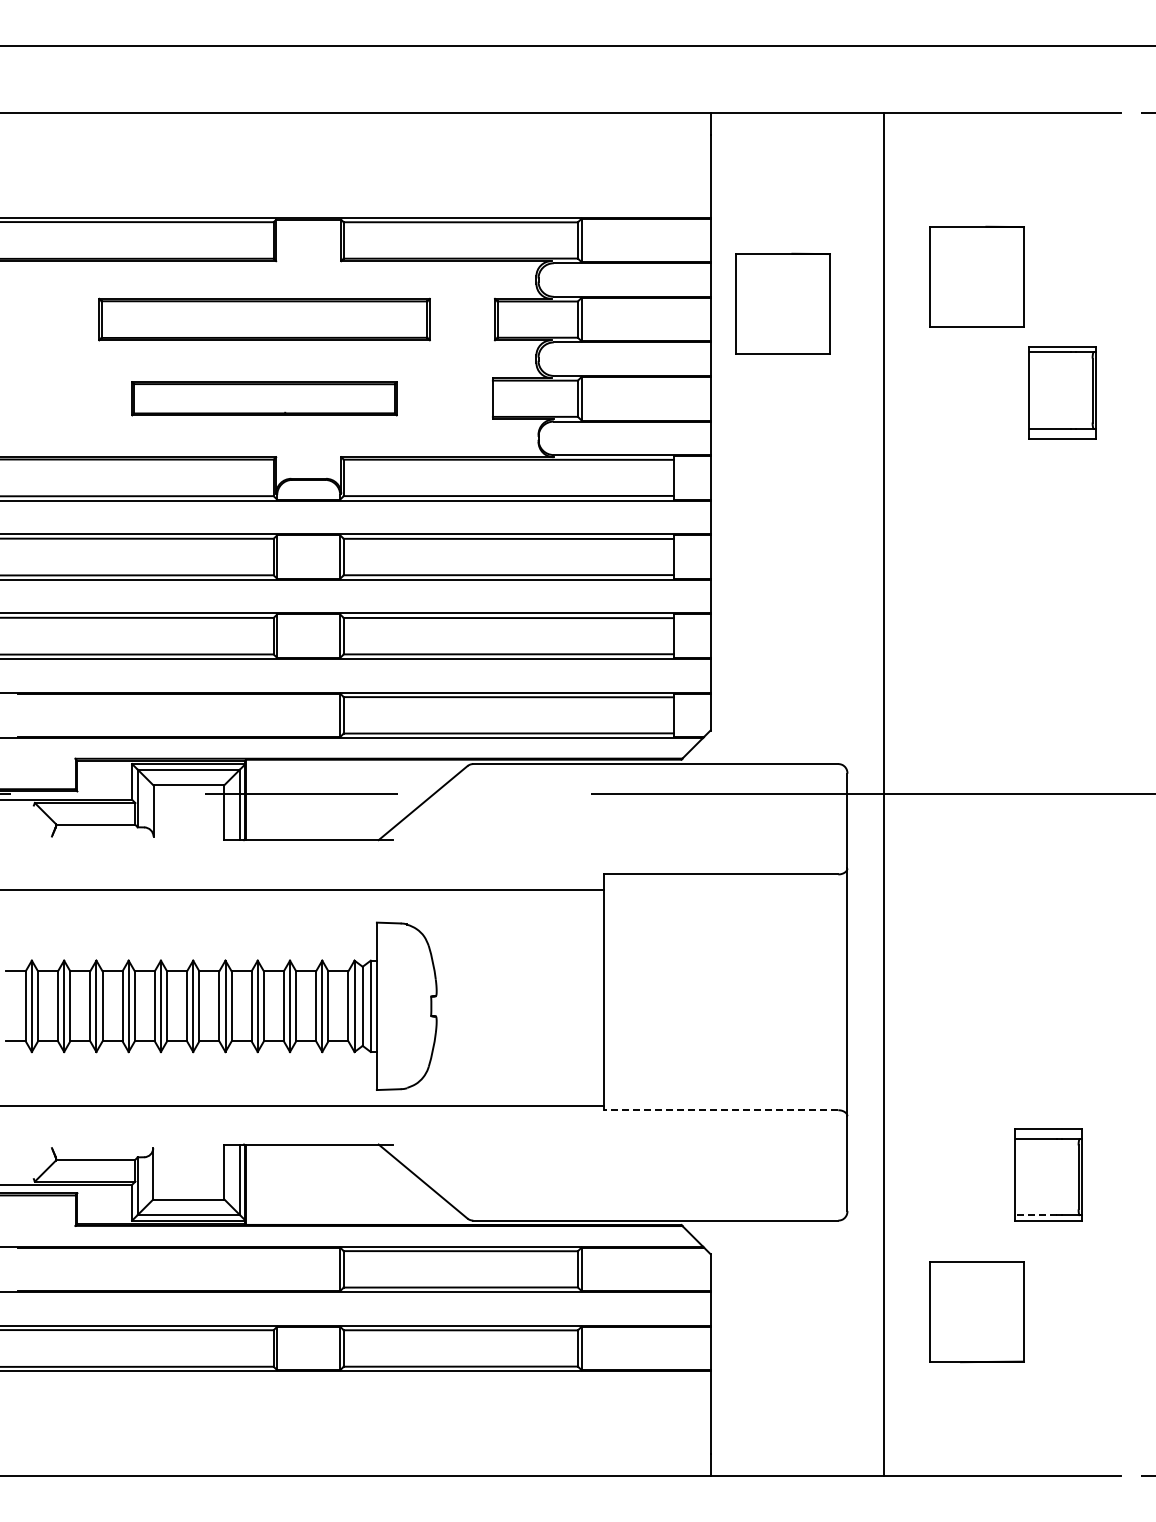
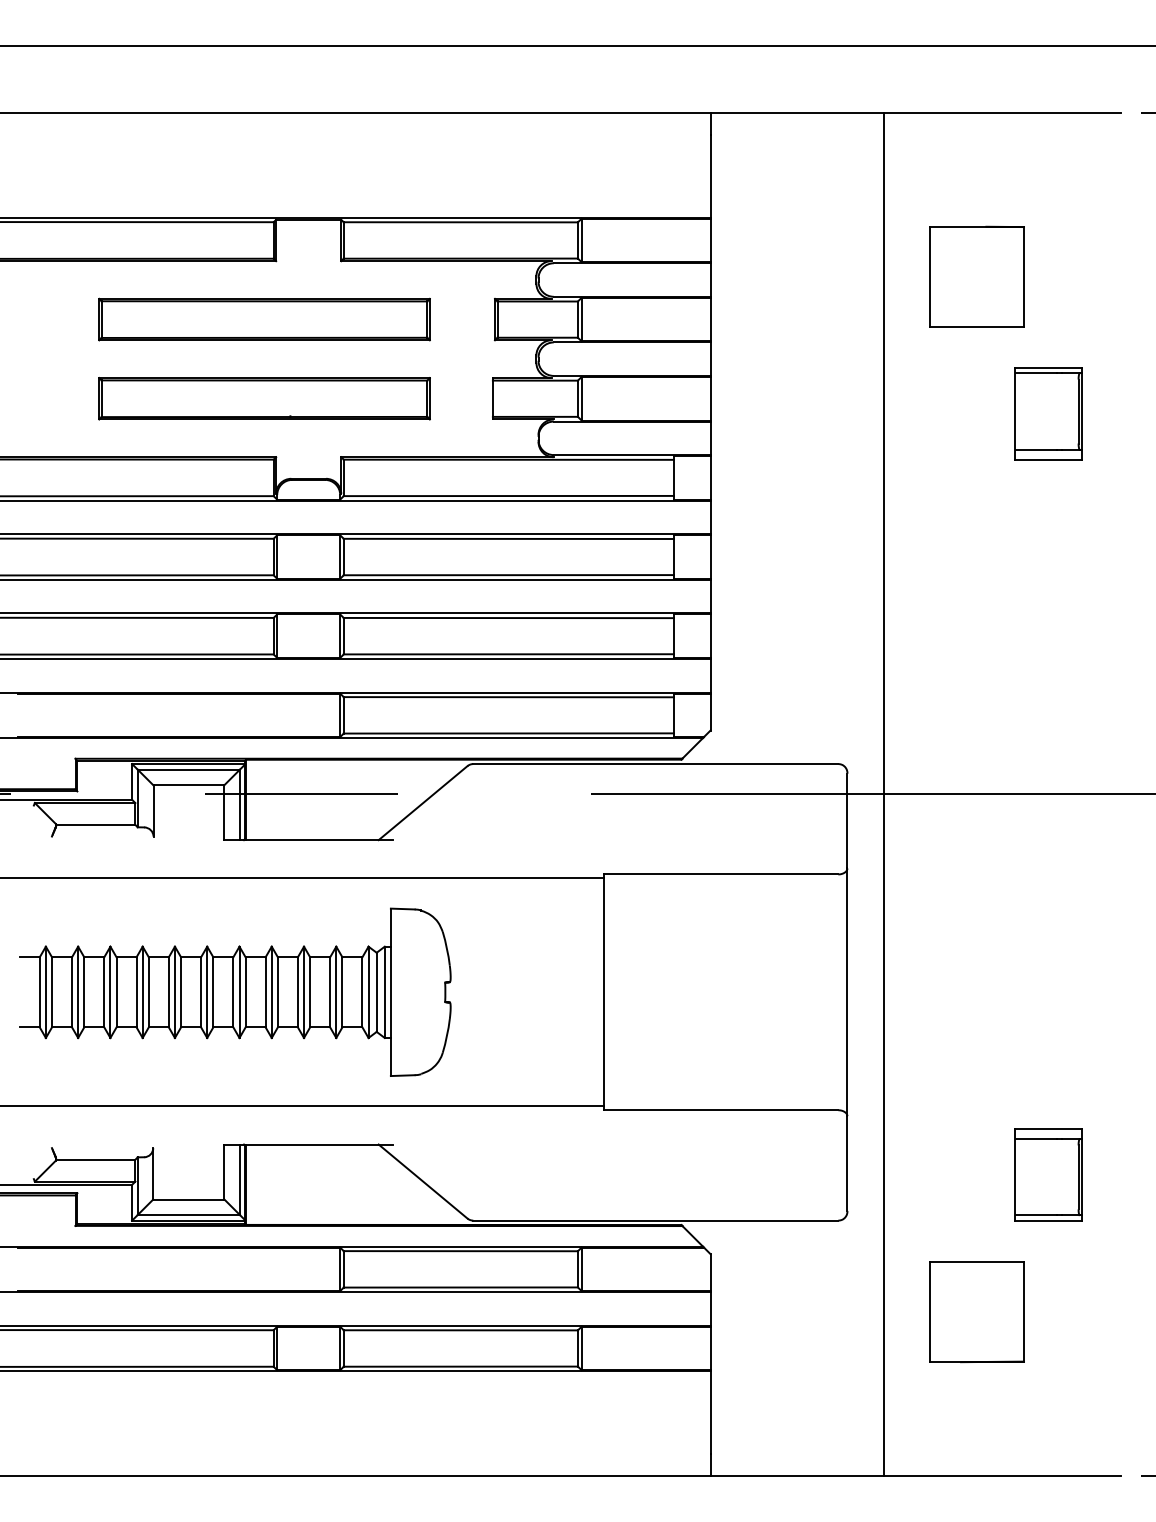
part at (782, 303): present -> none
part at (1062, 392) position: (1062, 392) -> (1048, 413)
part at (264, 398) size: 267x36 px -> 333x44 px
line at (302, 890) position: (302, 890) -> (302, 878)
part at (221, 1005) position: (221, 1005) -> (235, 991)
line at (720, 1110): dashed -> solid
line at (1036, 1215): dashed -> solid
